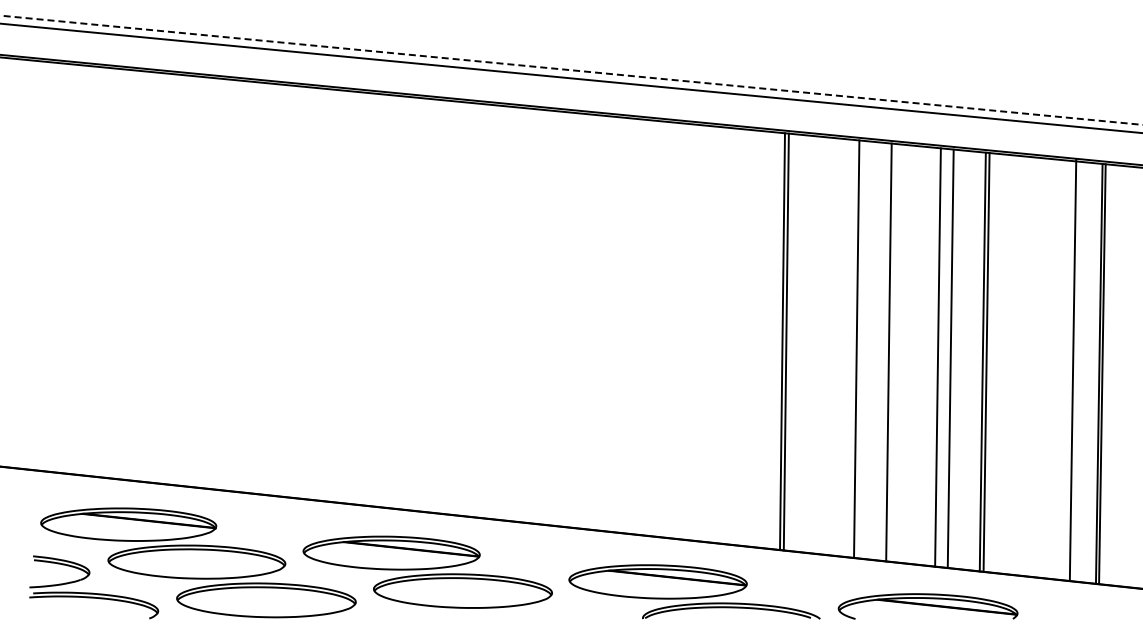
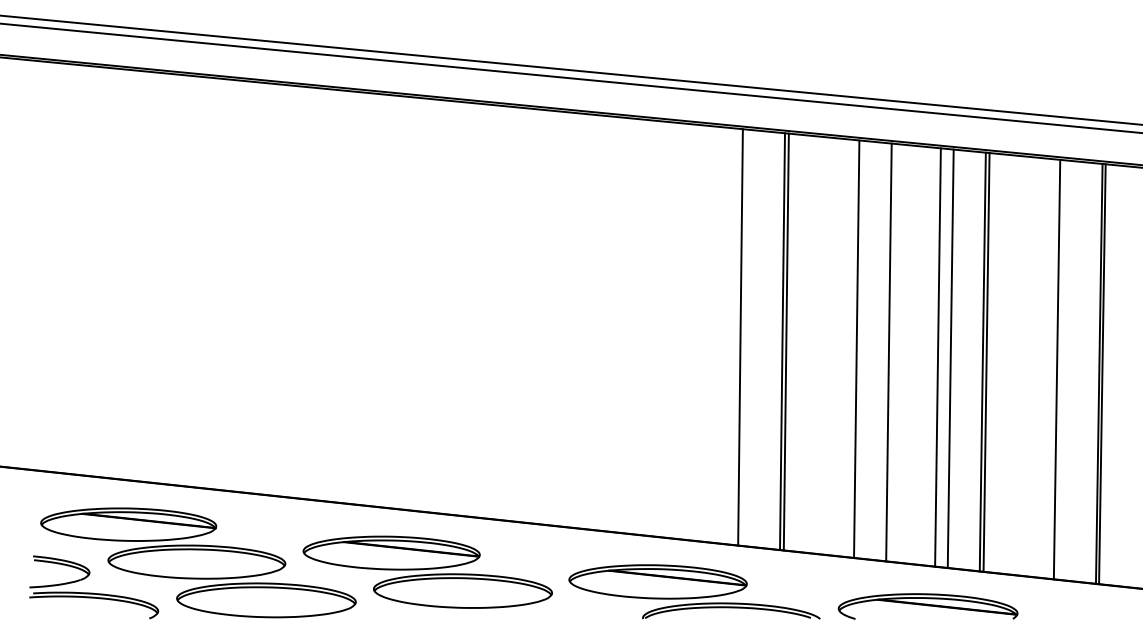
line at (571, 70): dashed -> solid
line at (740, 337): none -> present
line at (1072, 369) position: (1072, 369) -> (1056, 369)
